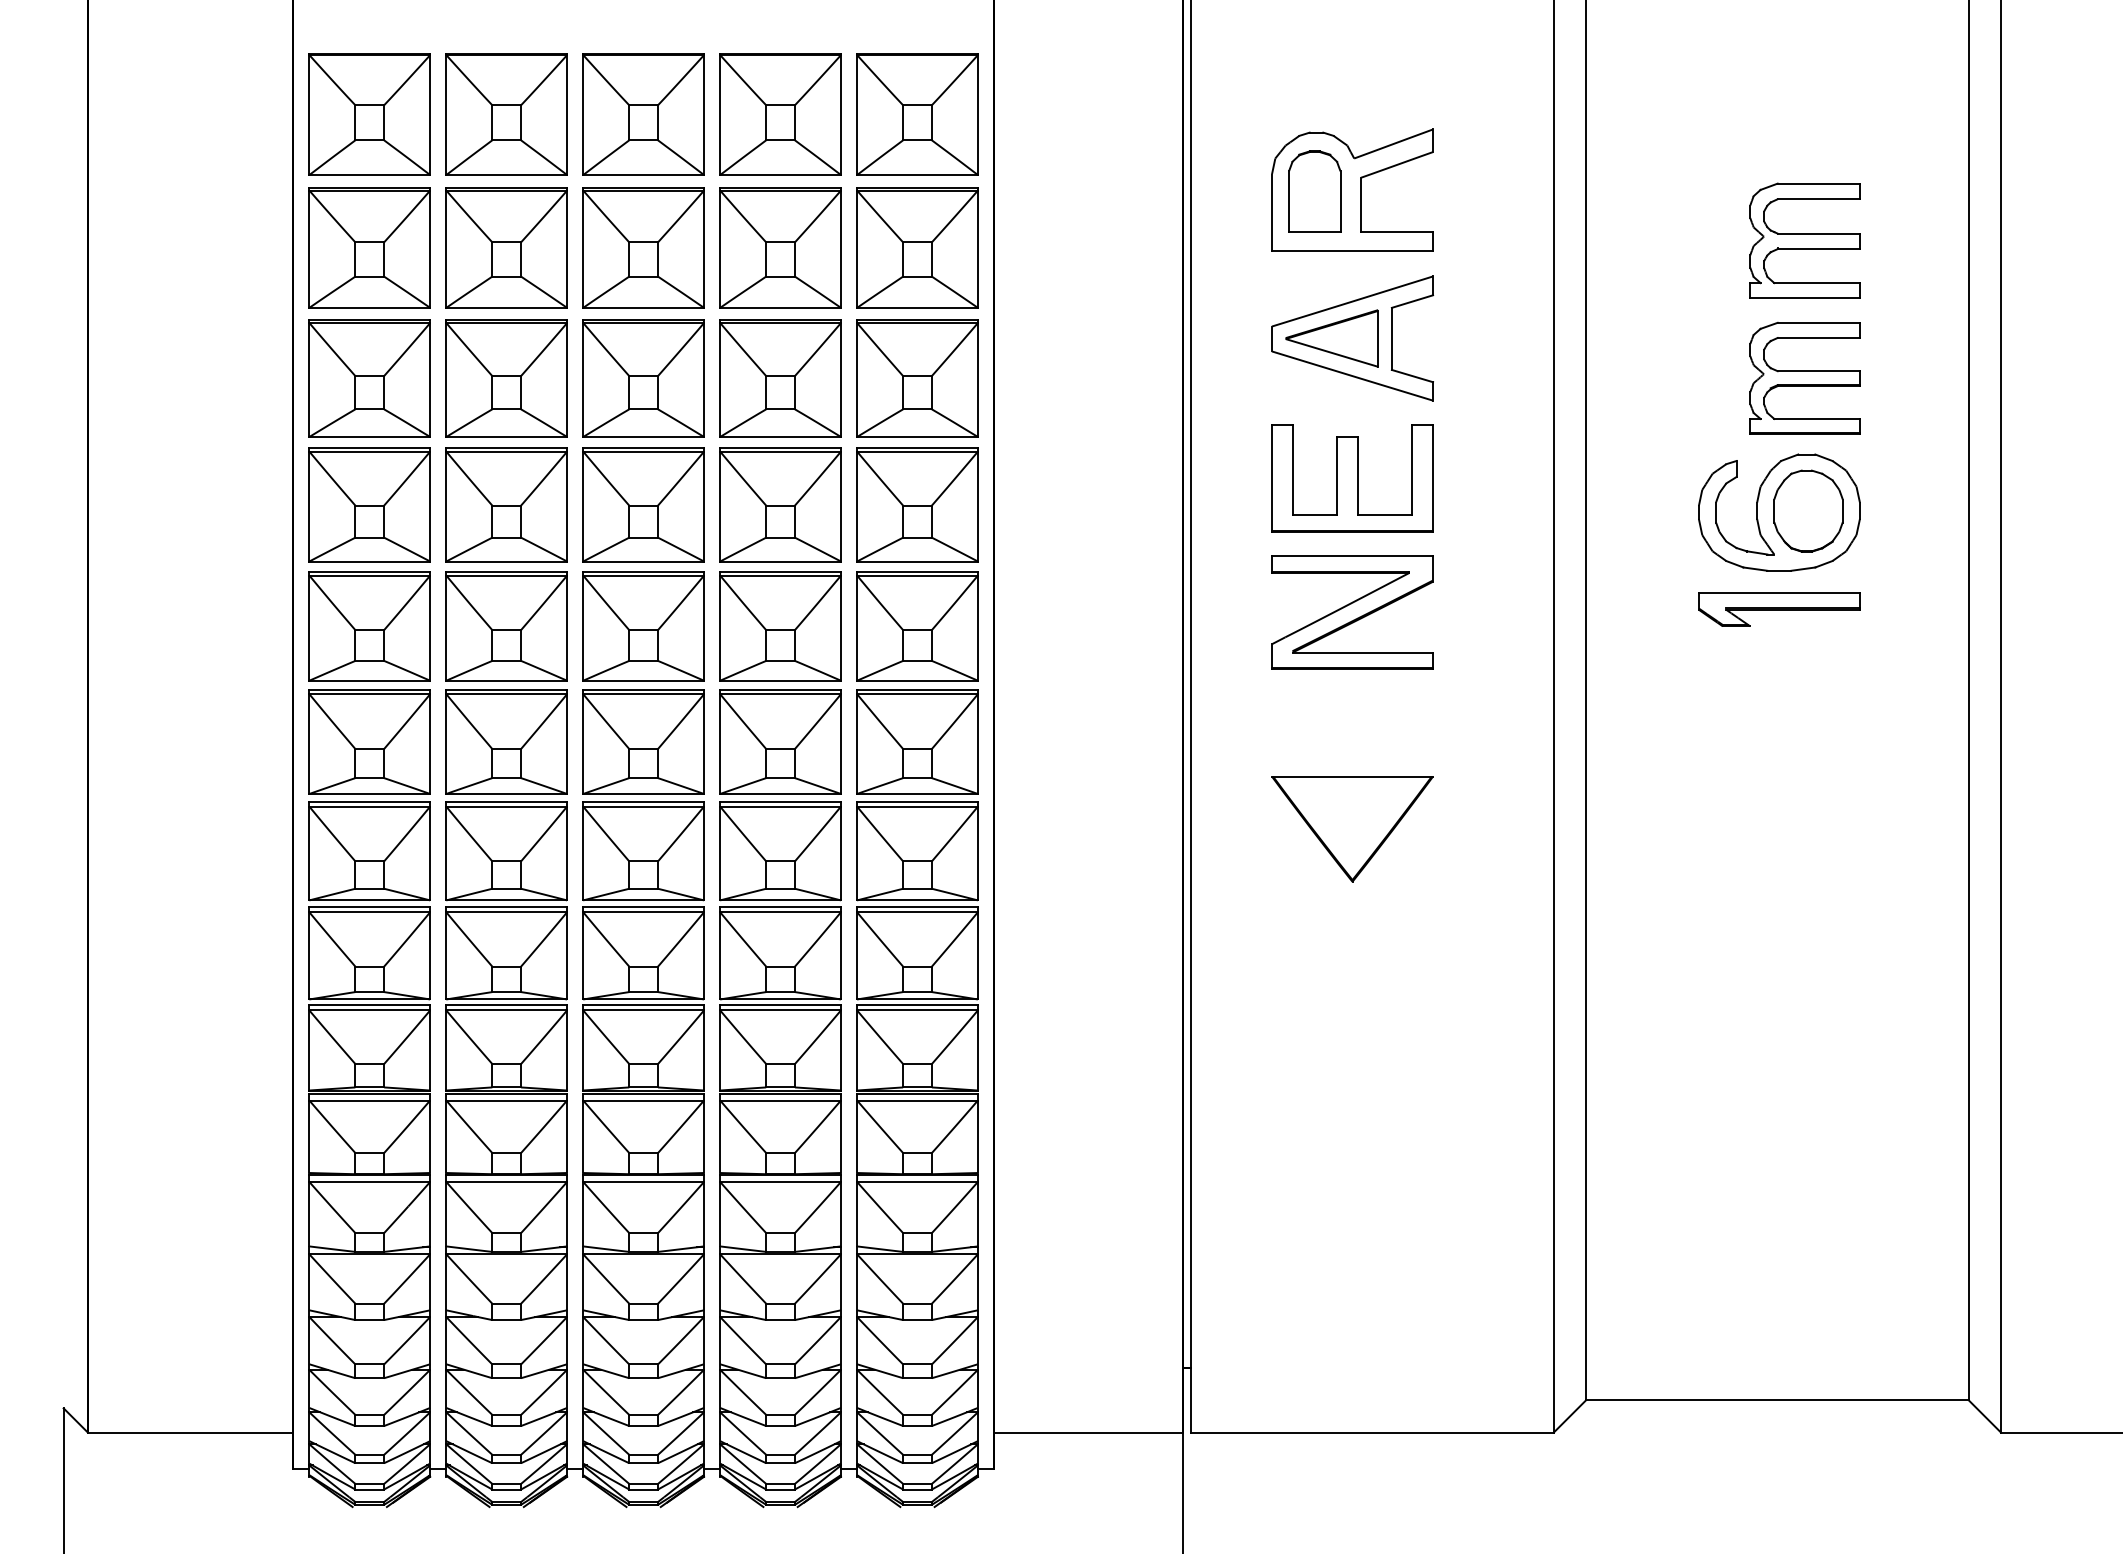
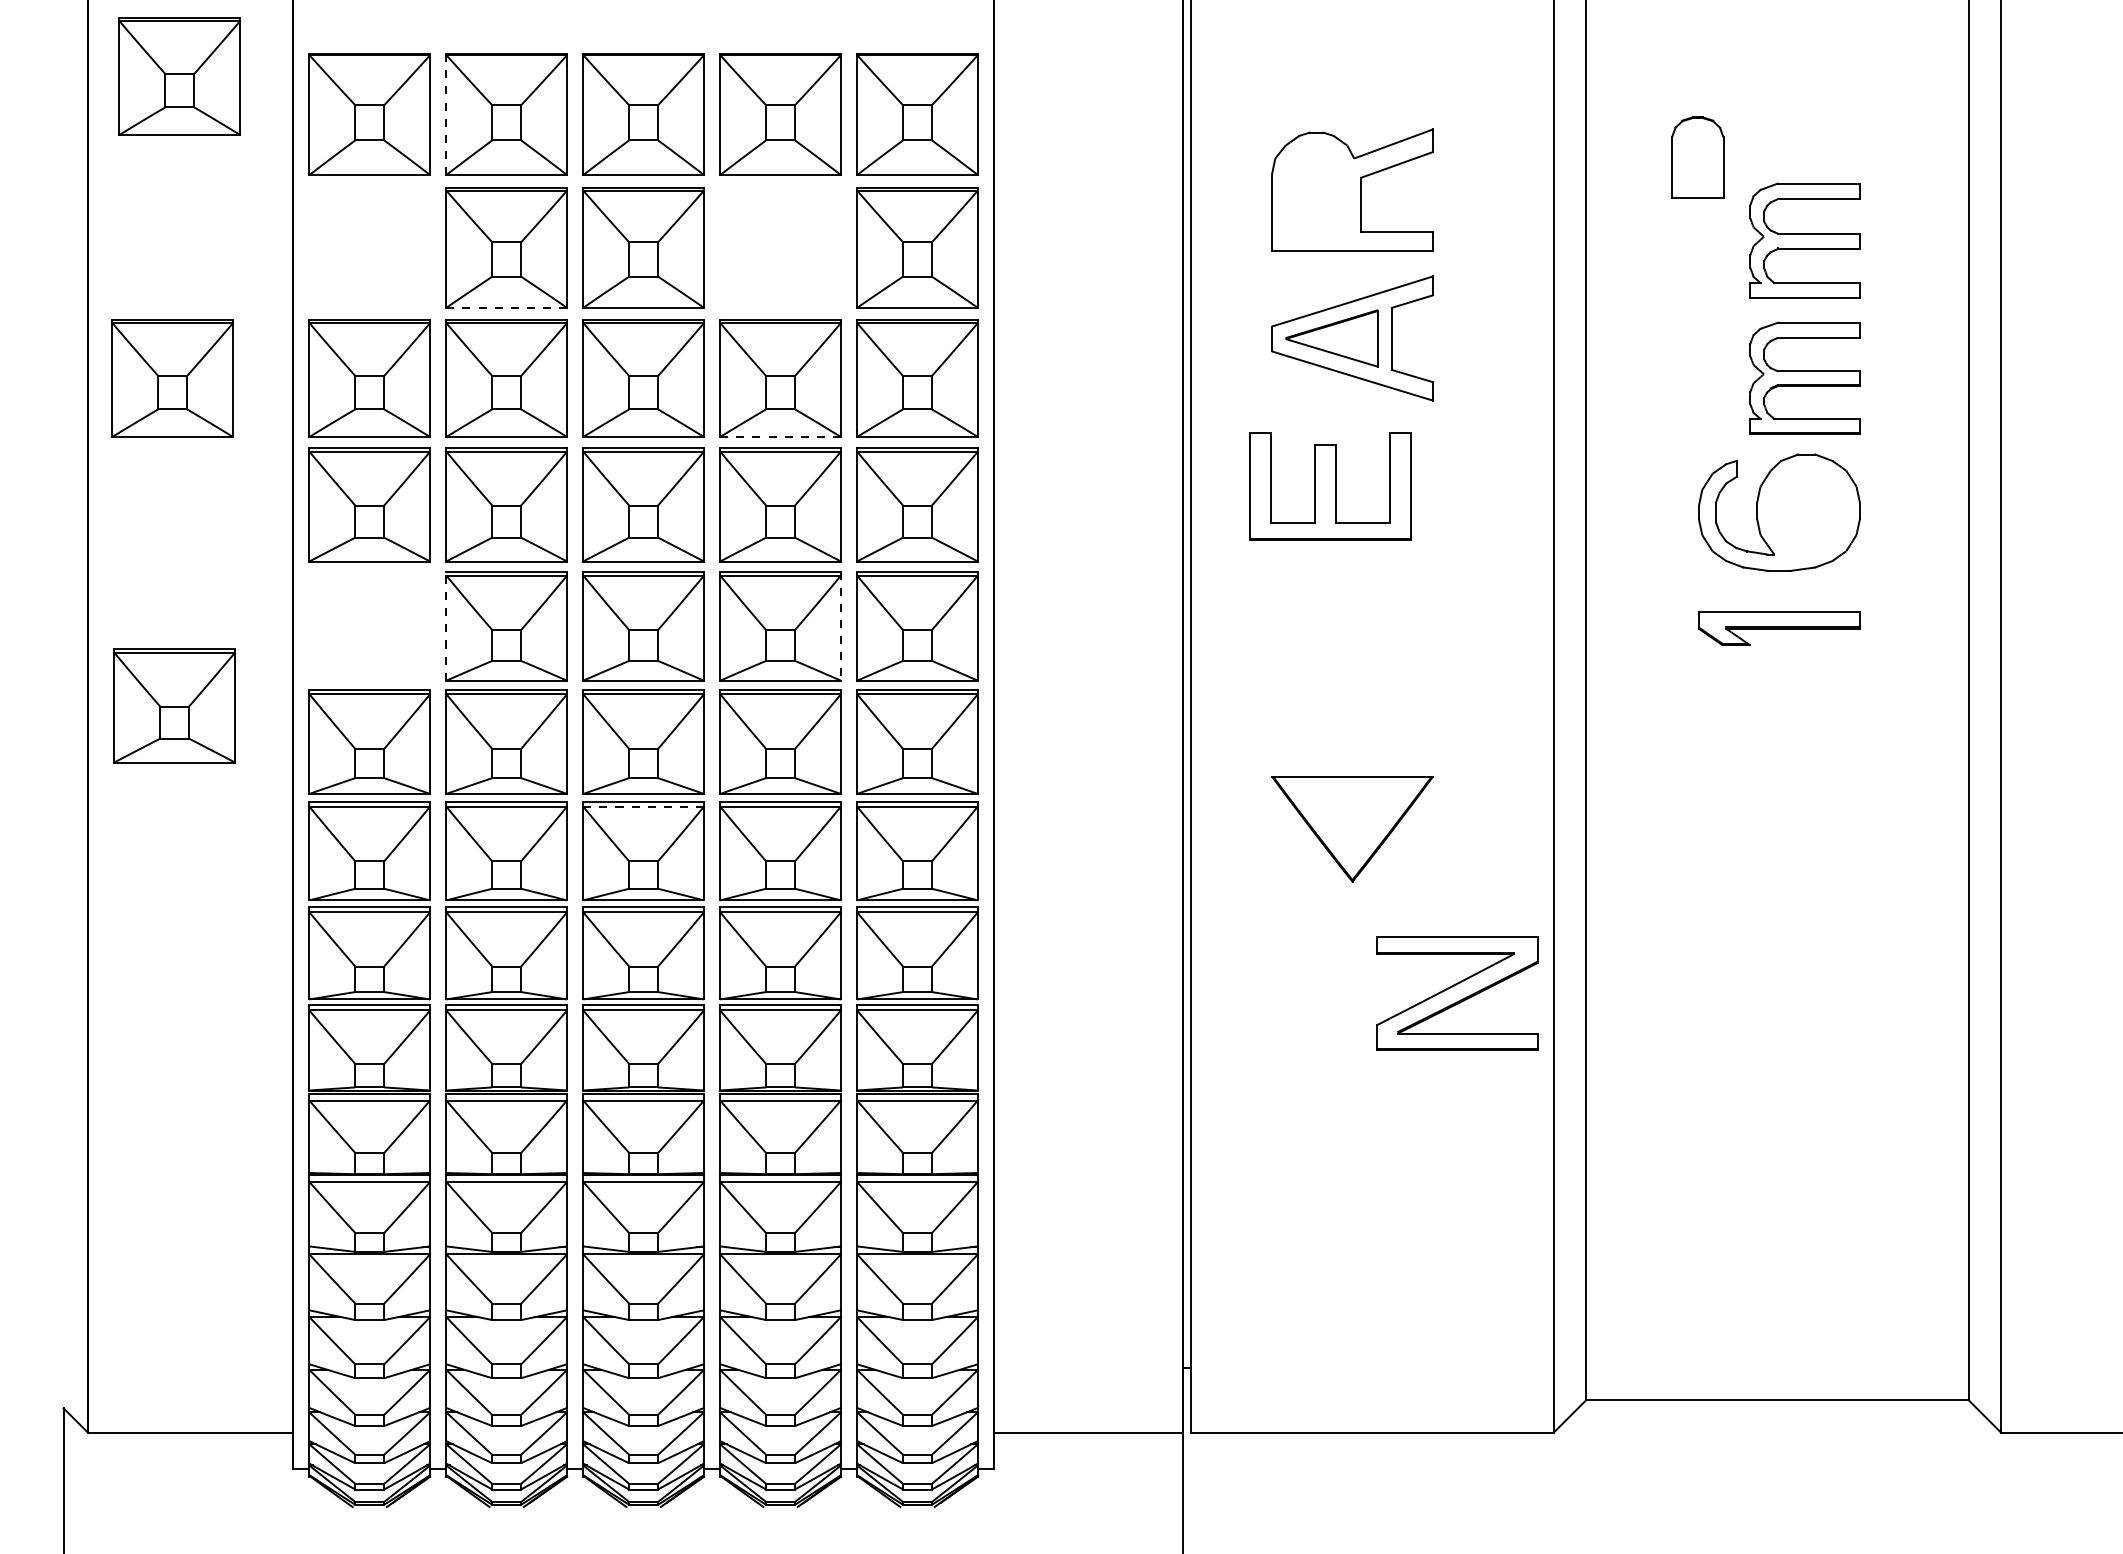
part at (179, 76): none -> present
line at (446, 114): solid -> dashed
part at (1314, 191) position: (1314, 191) -> (1697, 157)
part at (369, 247): present -> none
part at (780, 247): present -> none
line at (507, 307): solid -> dashed
part at (172, 378): none -> present
line at (781, 436): solid -> dashed
part at (1352, 478) position: (1352, 478) -> (1330, 486)
part at (1808, 510): present -> none
part at (1779, 609) position: (1779, 609) -> (1779, 628)
part at (1352, 612) position: (1352, 612) -> (1457, 993)
part at (369, 626): present -> none
line at (446, 626): solid -> dashed
line at (841, 626): solid -> dashed
part at (174, 705): none -> present
line at (644, 806): solid -> dashed
